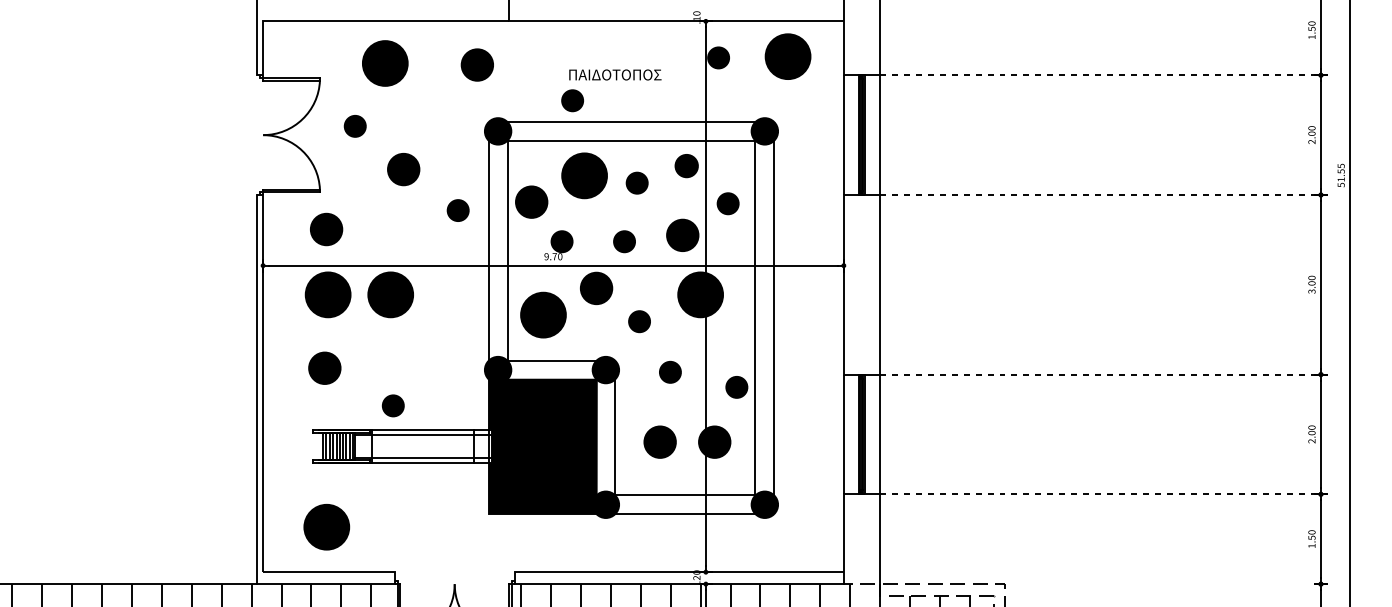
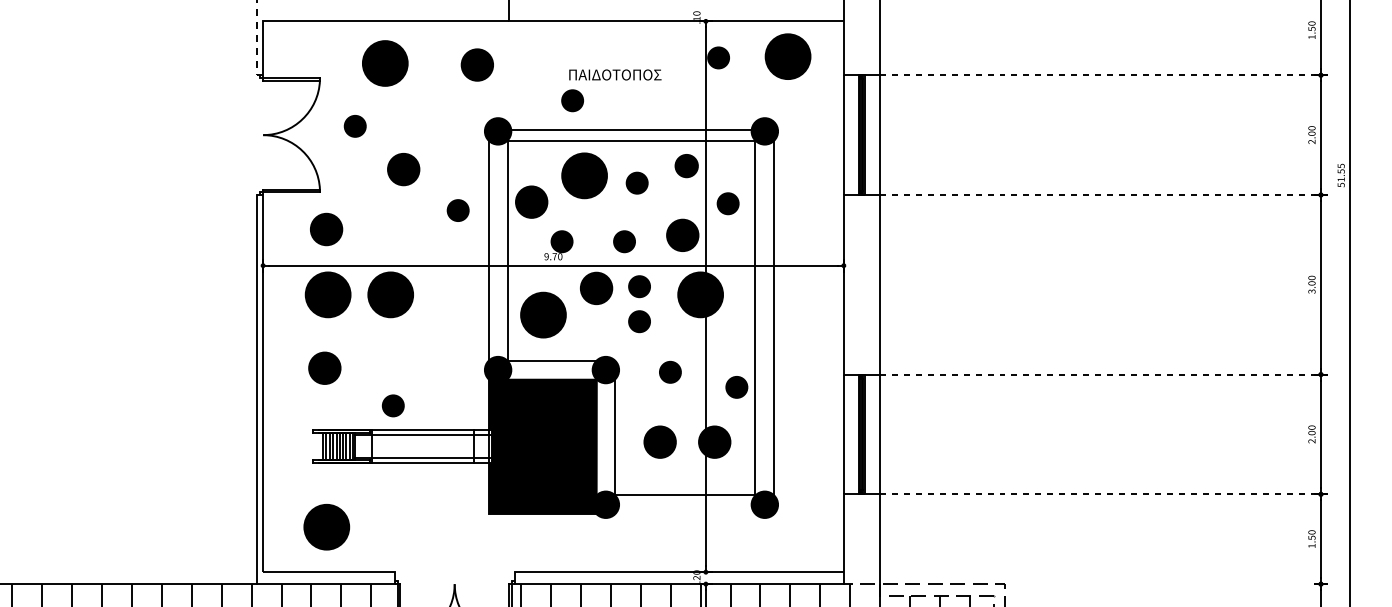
line at (257, 41): solid -> dashed
line at (631, 121) position: (631, 121) -> (631, 129)
part at (639, 286): none -> present
line at (685, 514): present -> none
